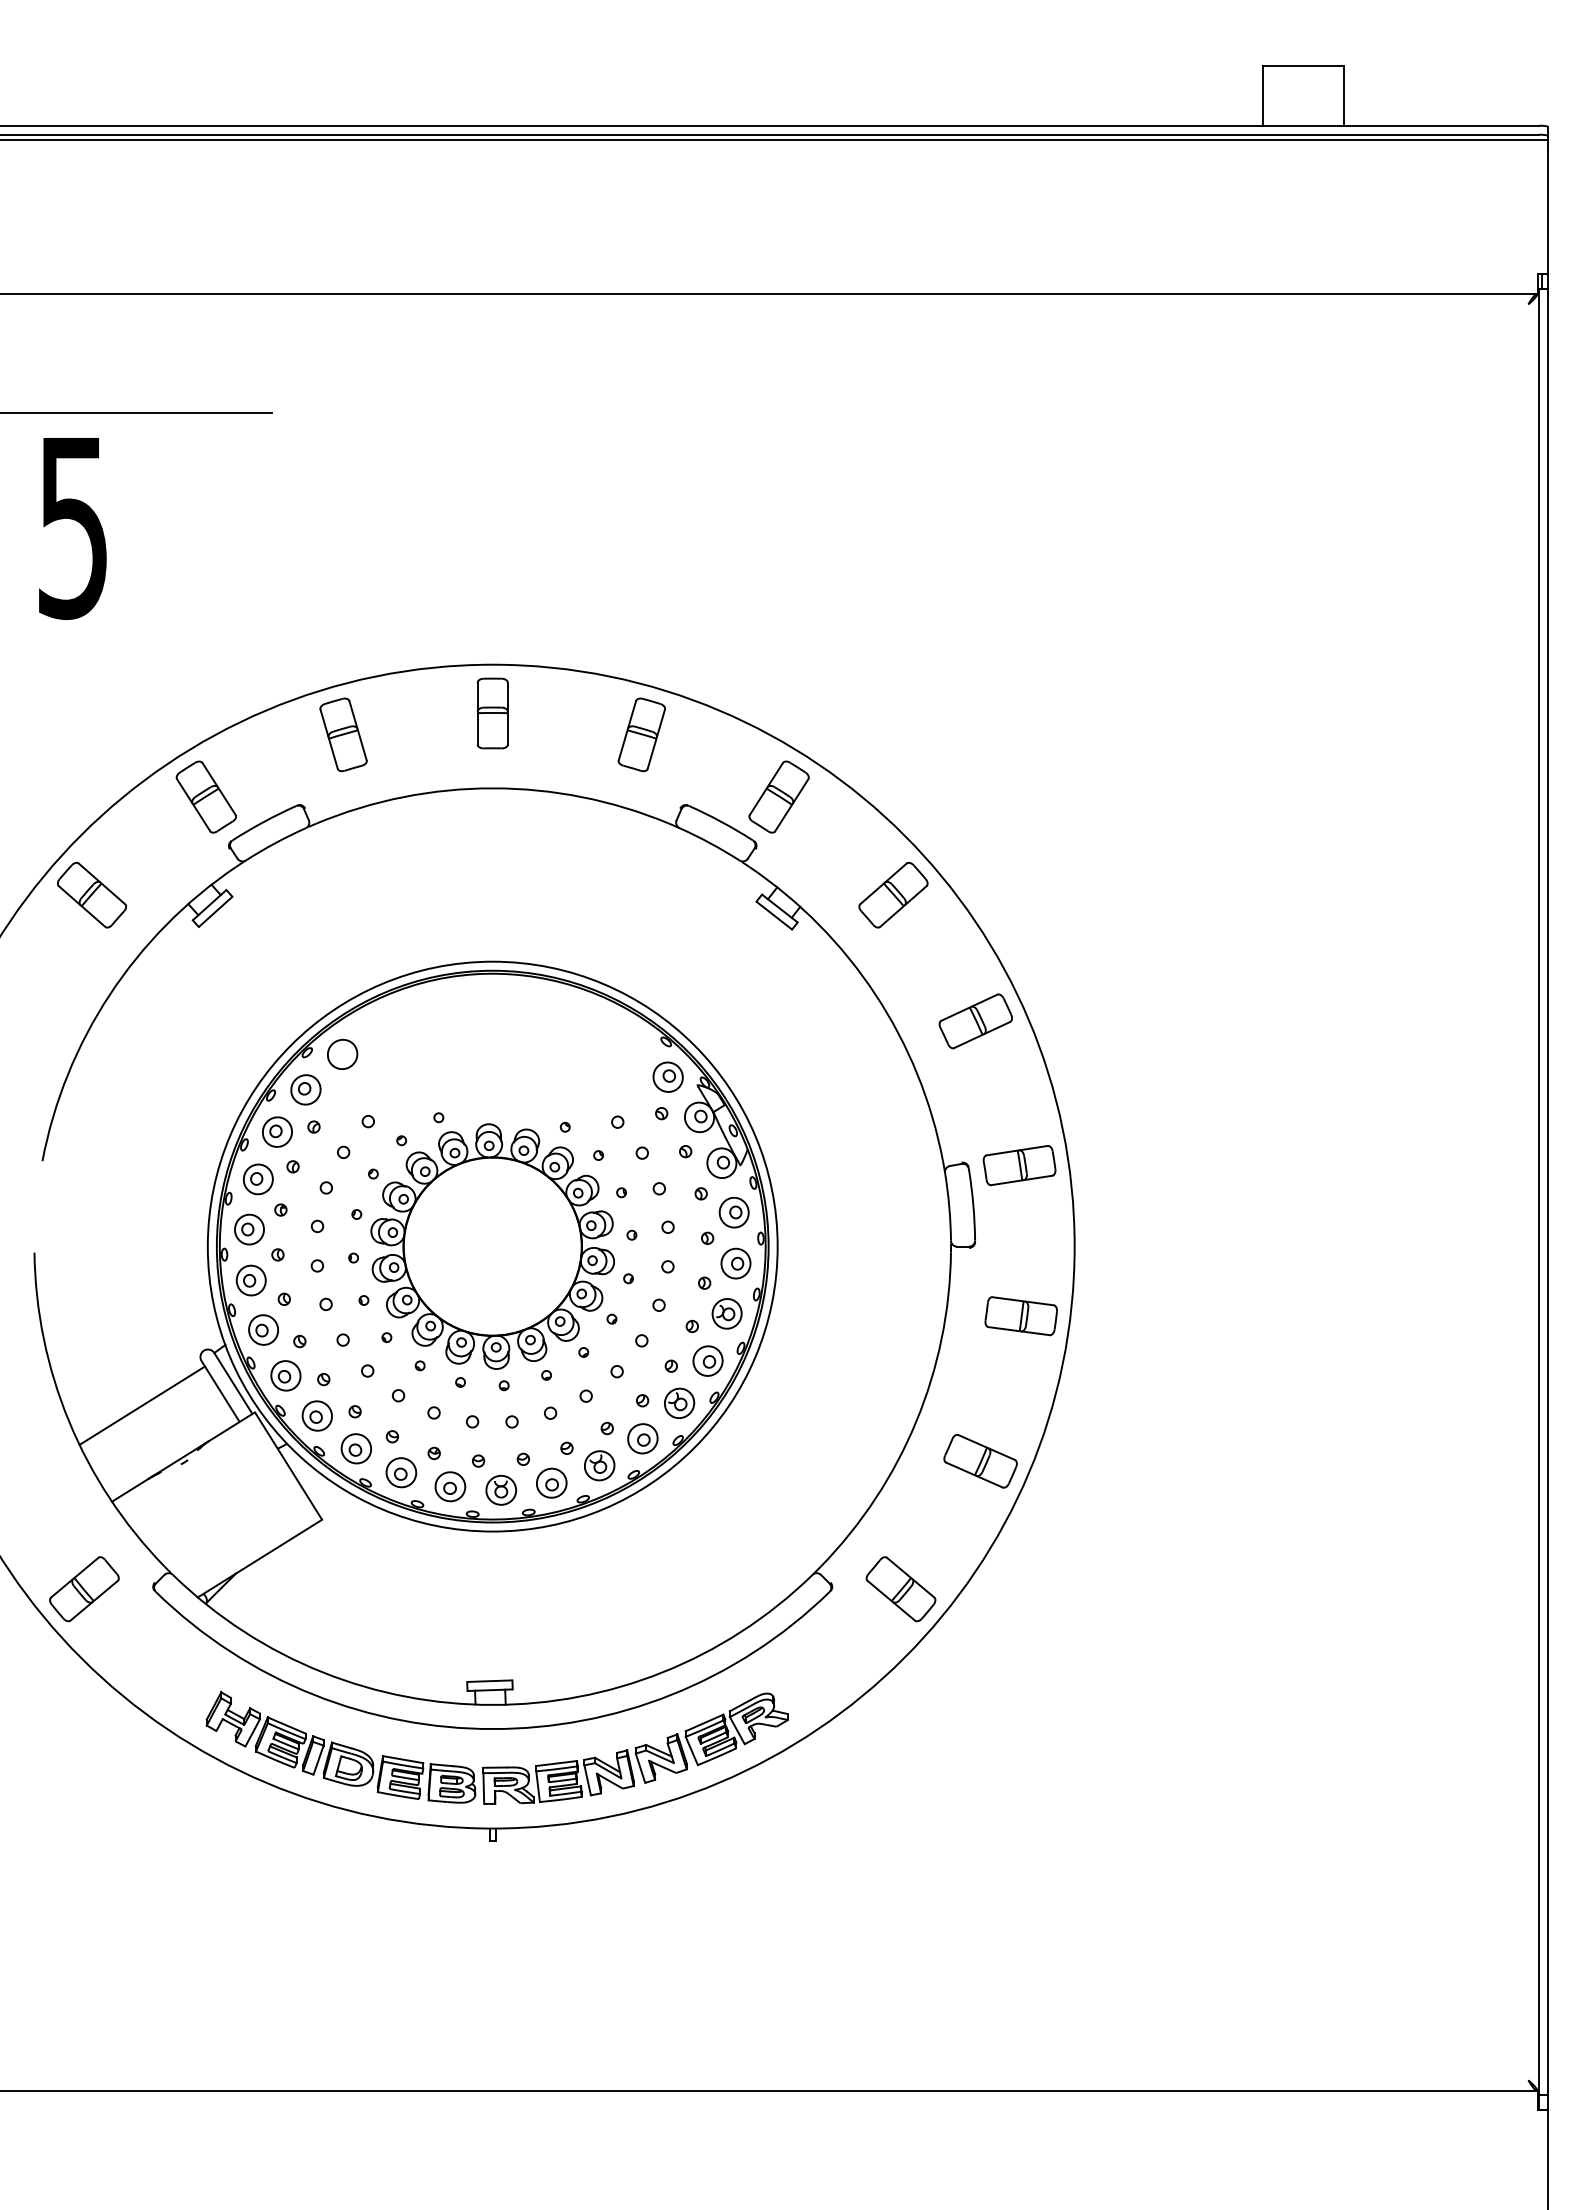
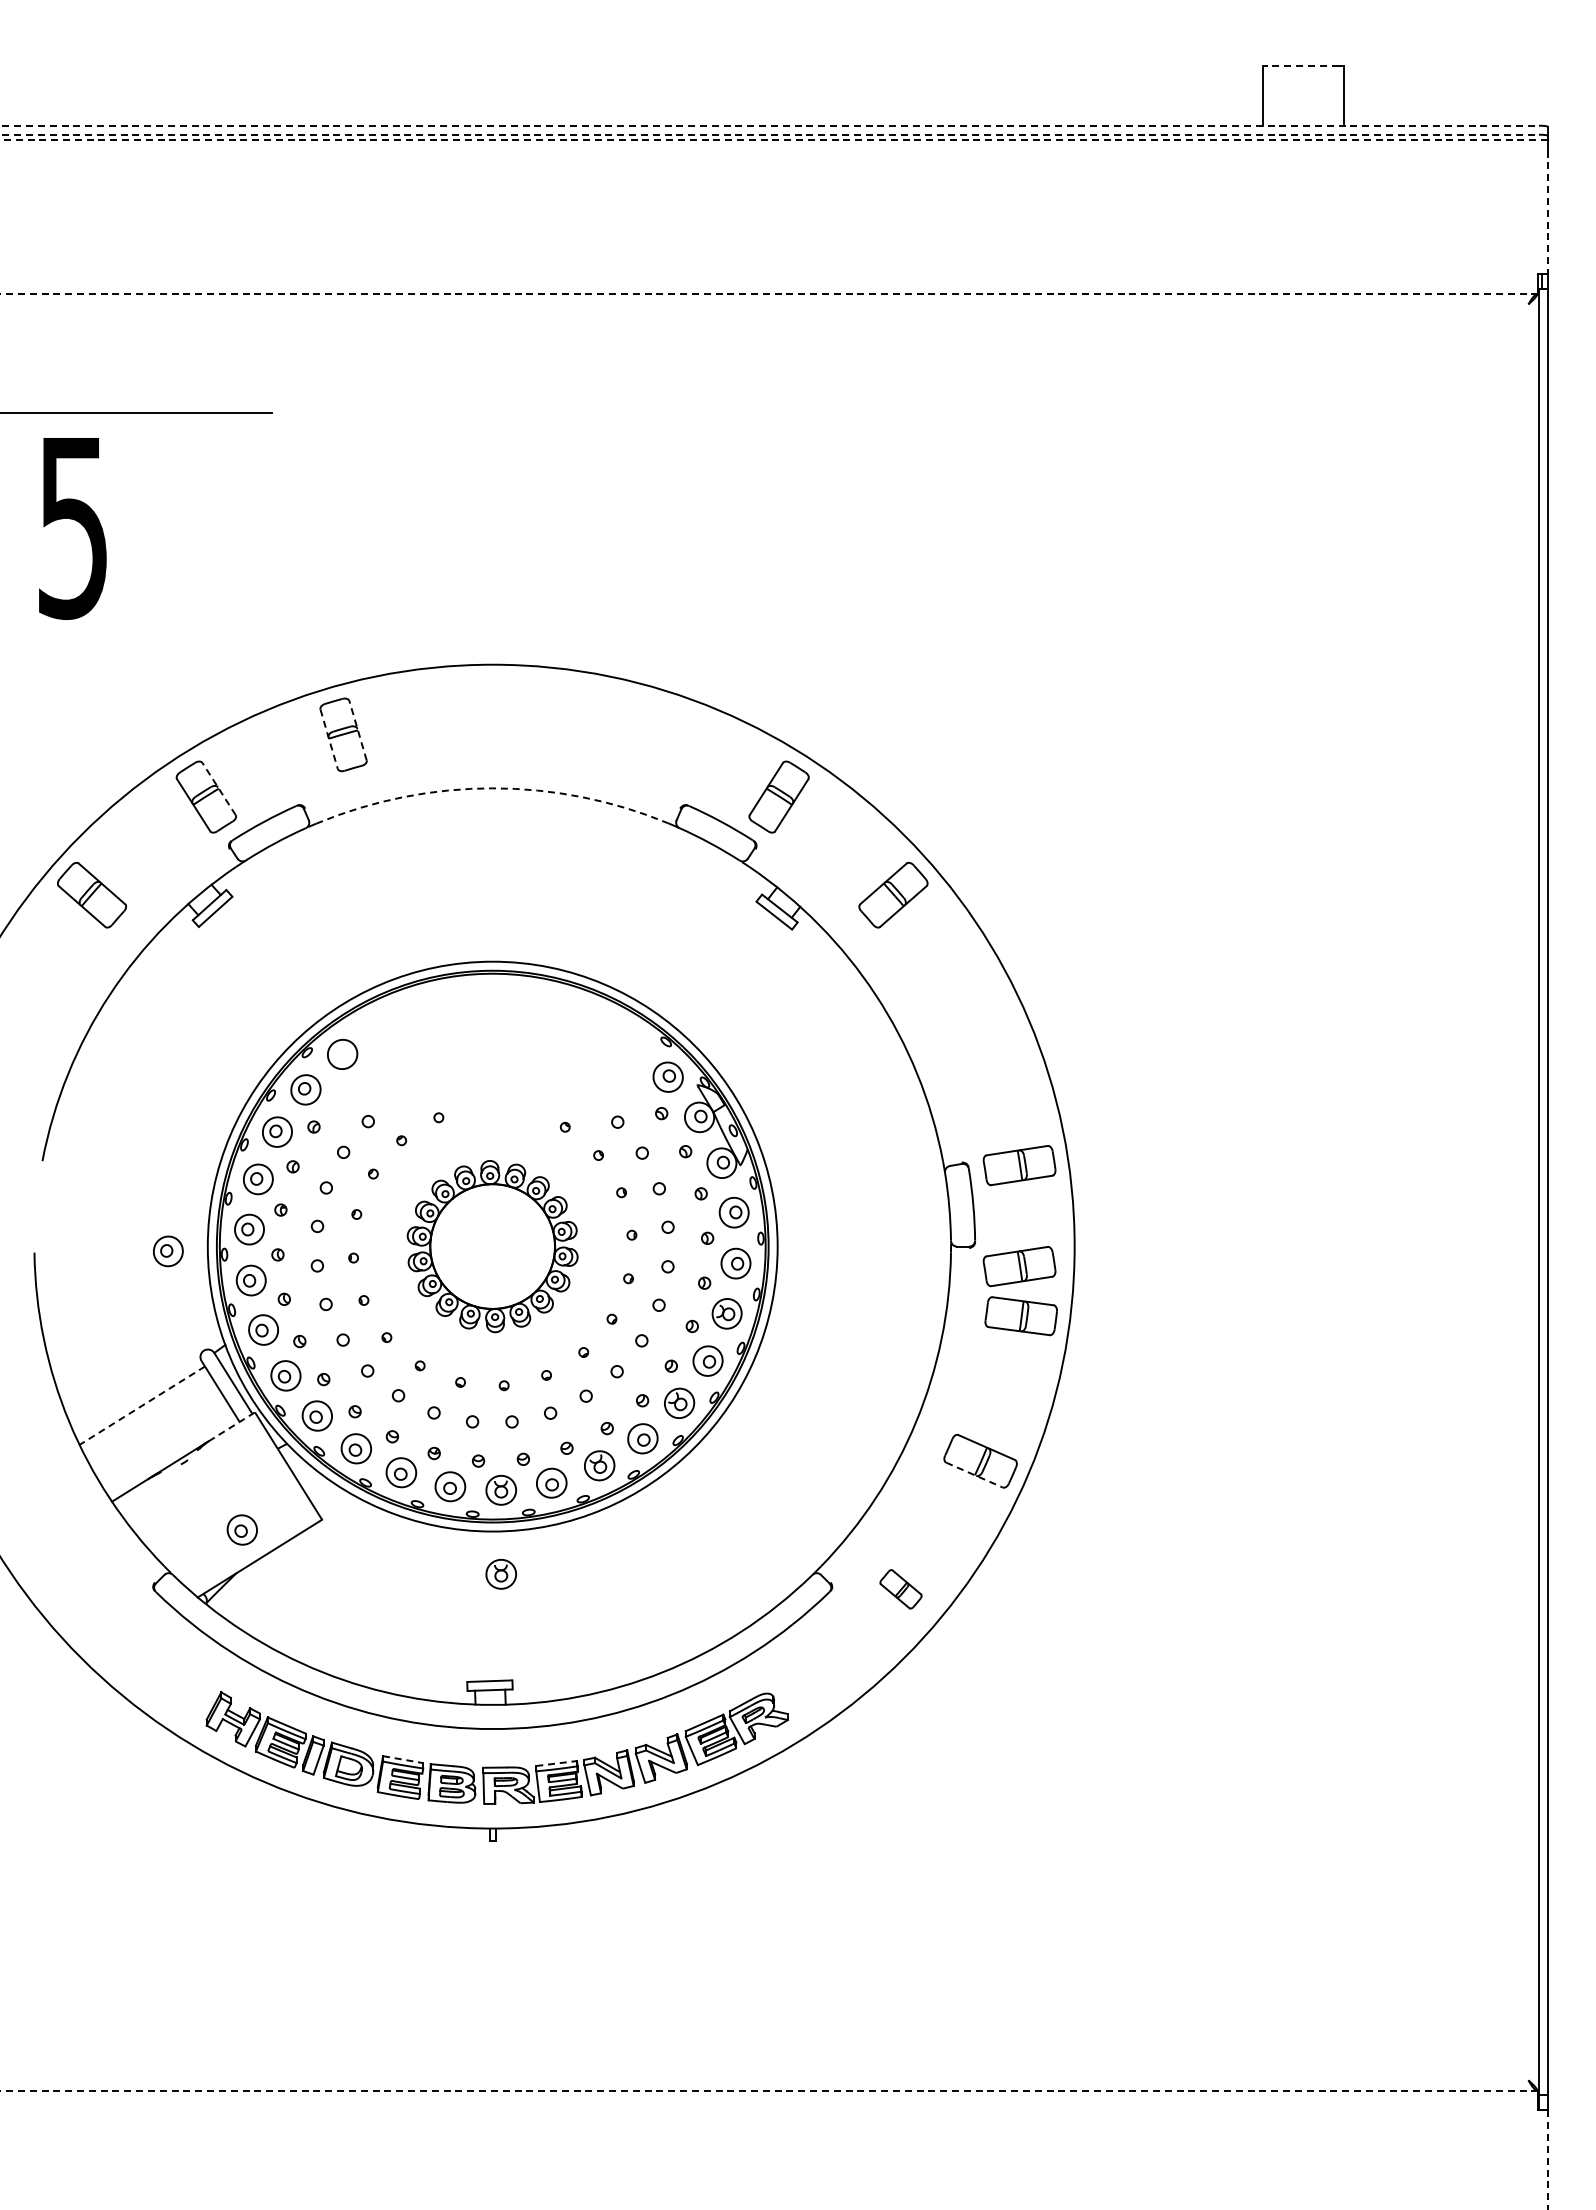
line at (1300, 66): solid -> dashed
line at (770, 125): solid -> dashed
line at (770, 134): solid -> dashed
line at (773, 140): solid -> dashed
line at (1548, 212): solid -> dashed
line at (768, 293): solid -> dashed
part at (492, 713): present -> none
line at (358, 730): solid -> dashed
part at (641, 734): present -> none
line at (329, 739): solid -> dashed
arc at (492, 788): solid -> dashed
line at (219, 789): solid -> dashed
part at (975, 1021): present -> none
part at (492, 1246) size: 245x247 px -> 173x174 px
part at (168, 1251): none -> present
part at (1019, 1266): none -> present
line at (142, 1405): solid -> dashed
line at (232, 1426): solid -> dashed
line at (974, 1475): solid -> dashed
part at (241, 1529): none -> present
part at (500, 1574): none -> present
part at (84, 1589): present -> none
part at (900, 1589) size: 72x67 px -> 44x41 px
line at (403, 1759): solid -> dashed
line at (556, 1763): solid -> dashed
line at (768, 2090): solid -> dashed
line at (1548, 2160): solid -> dashed
